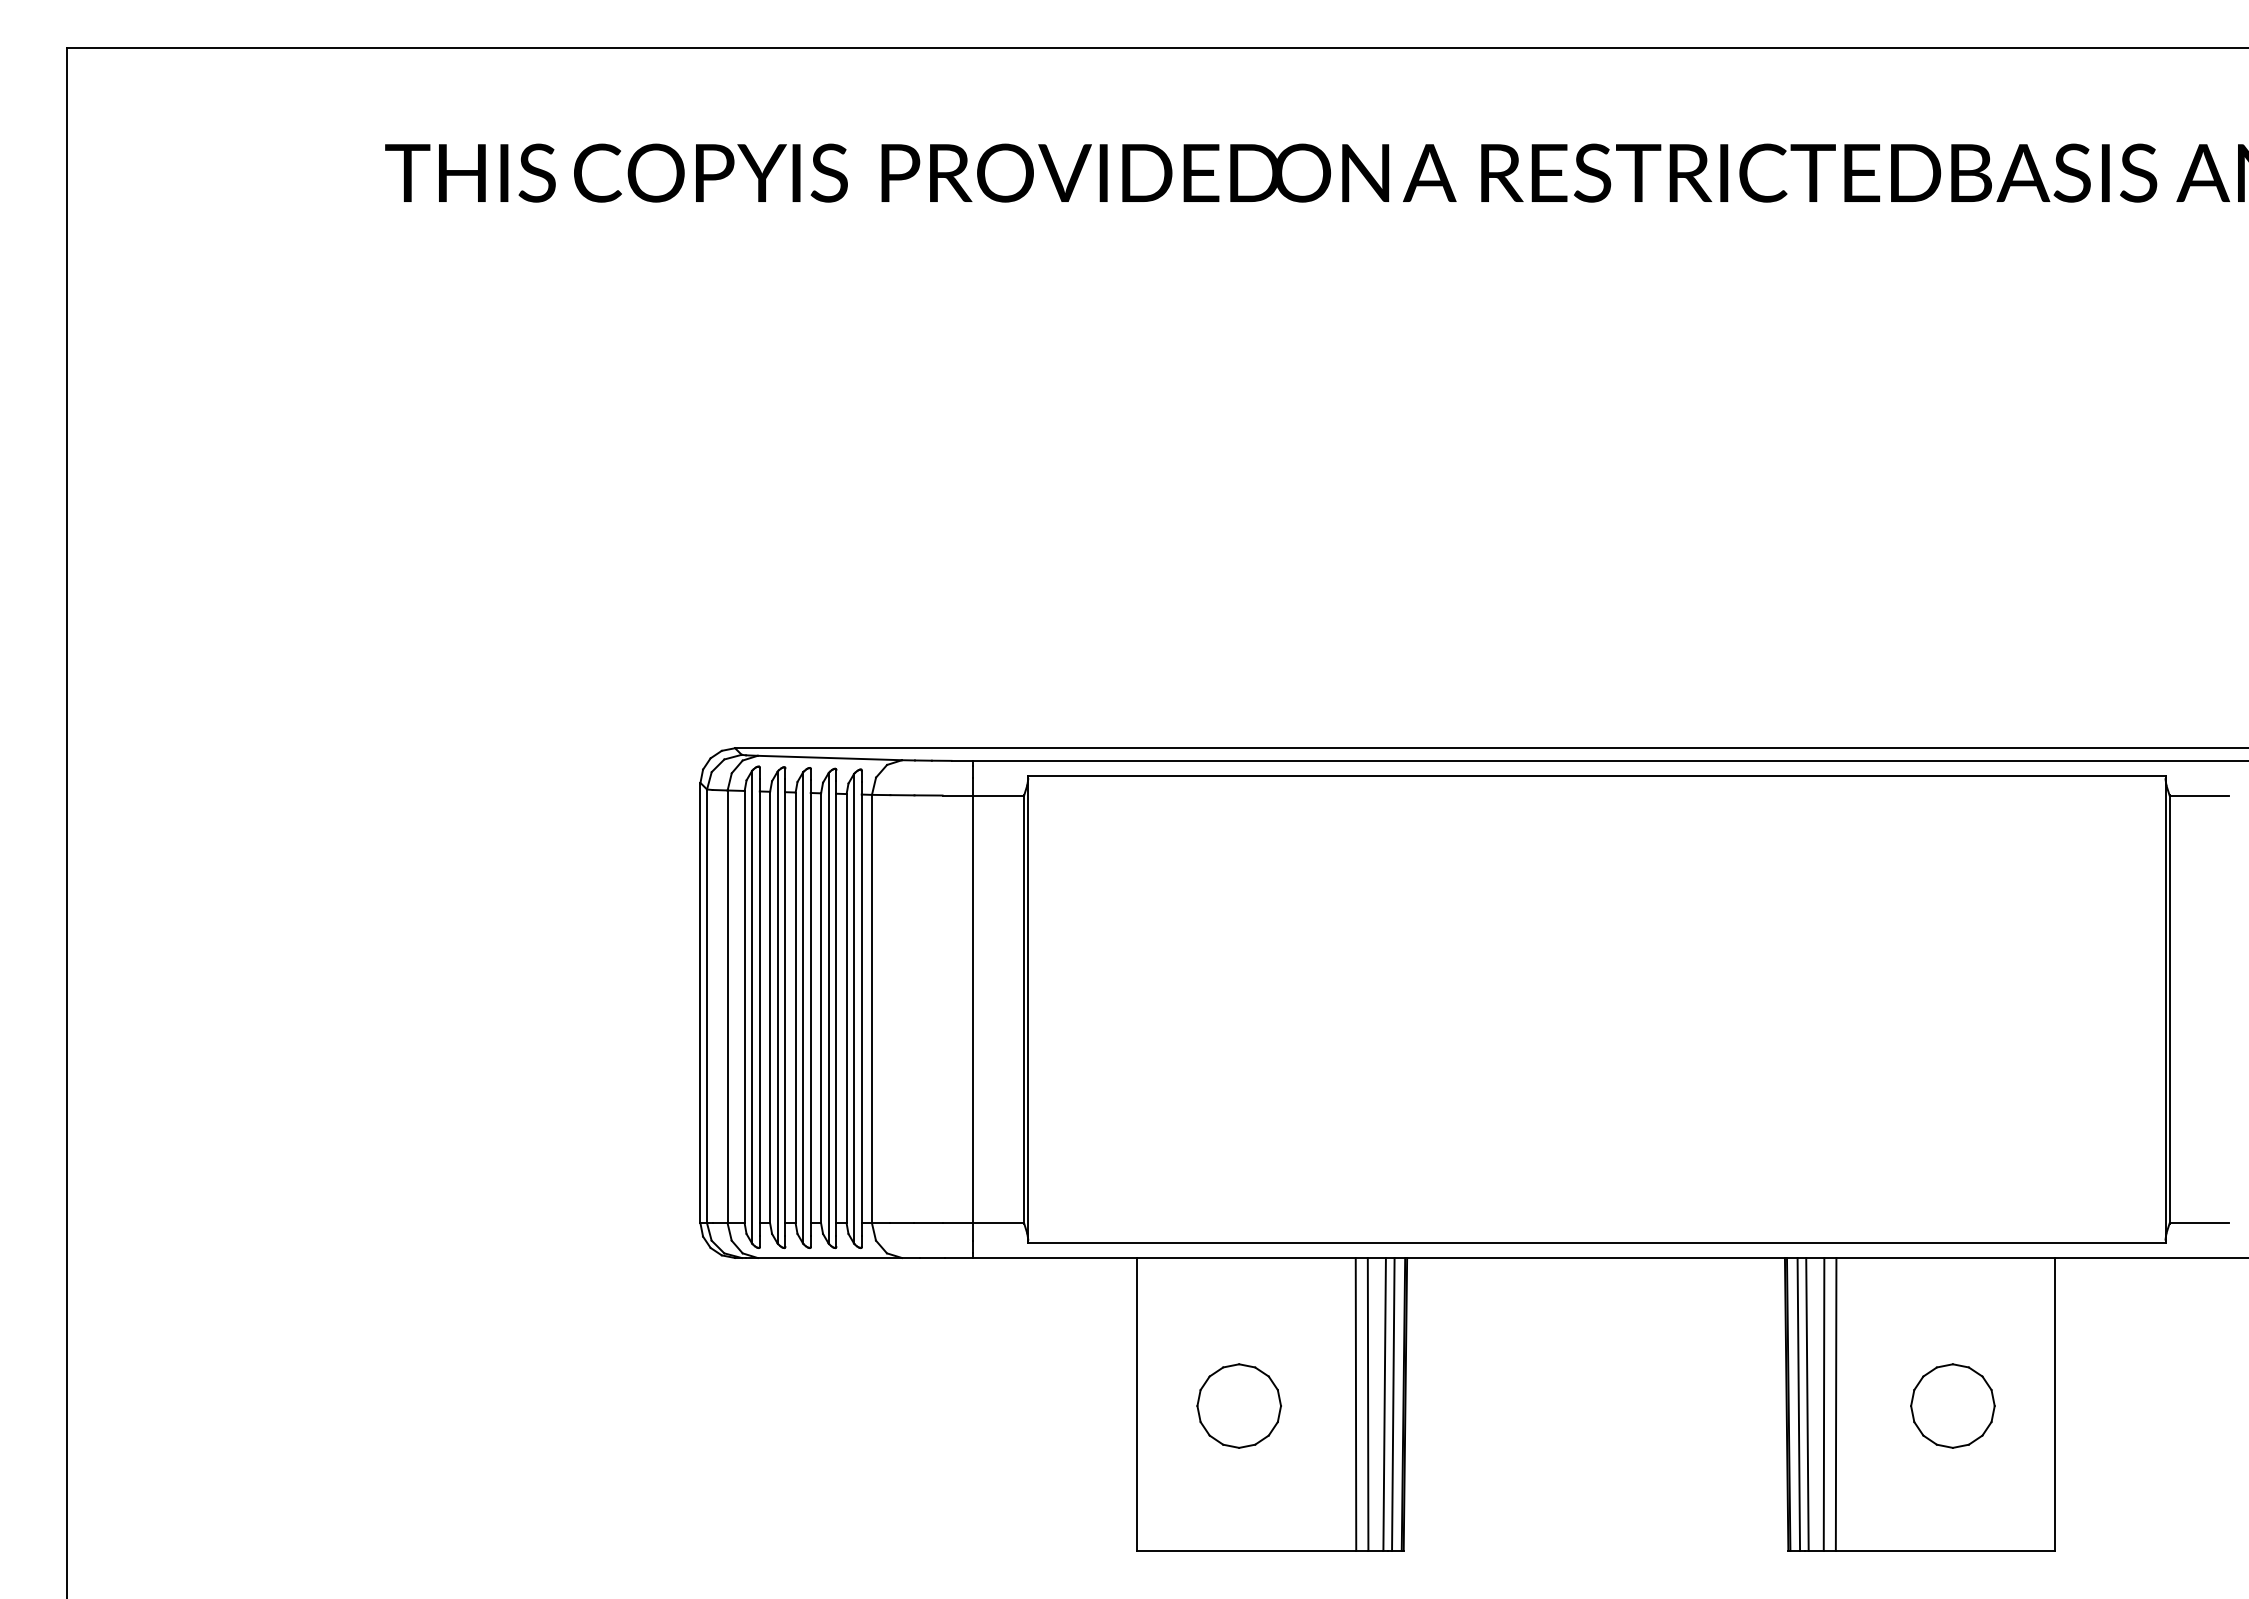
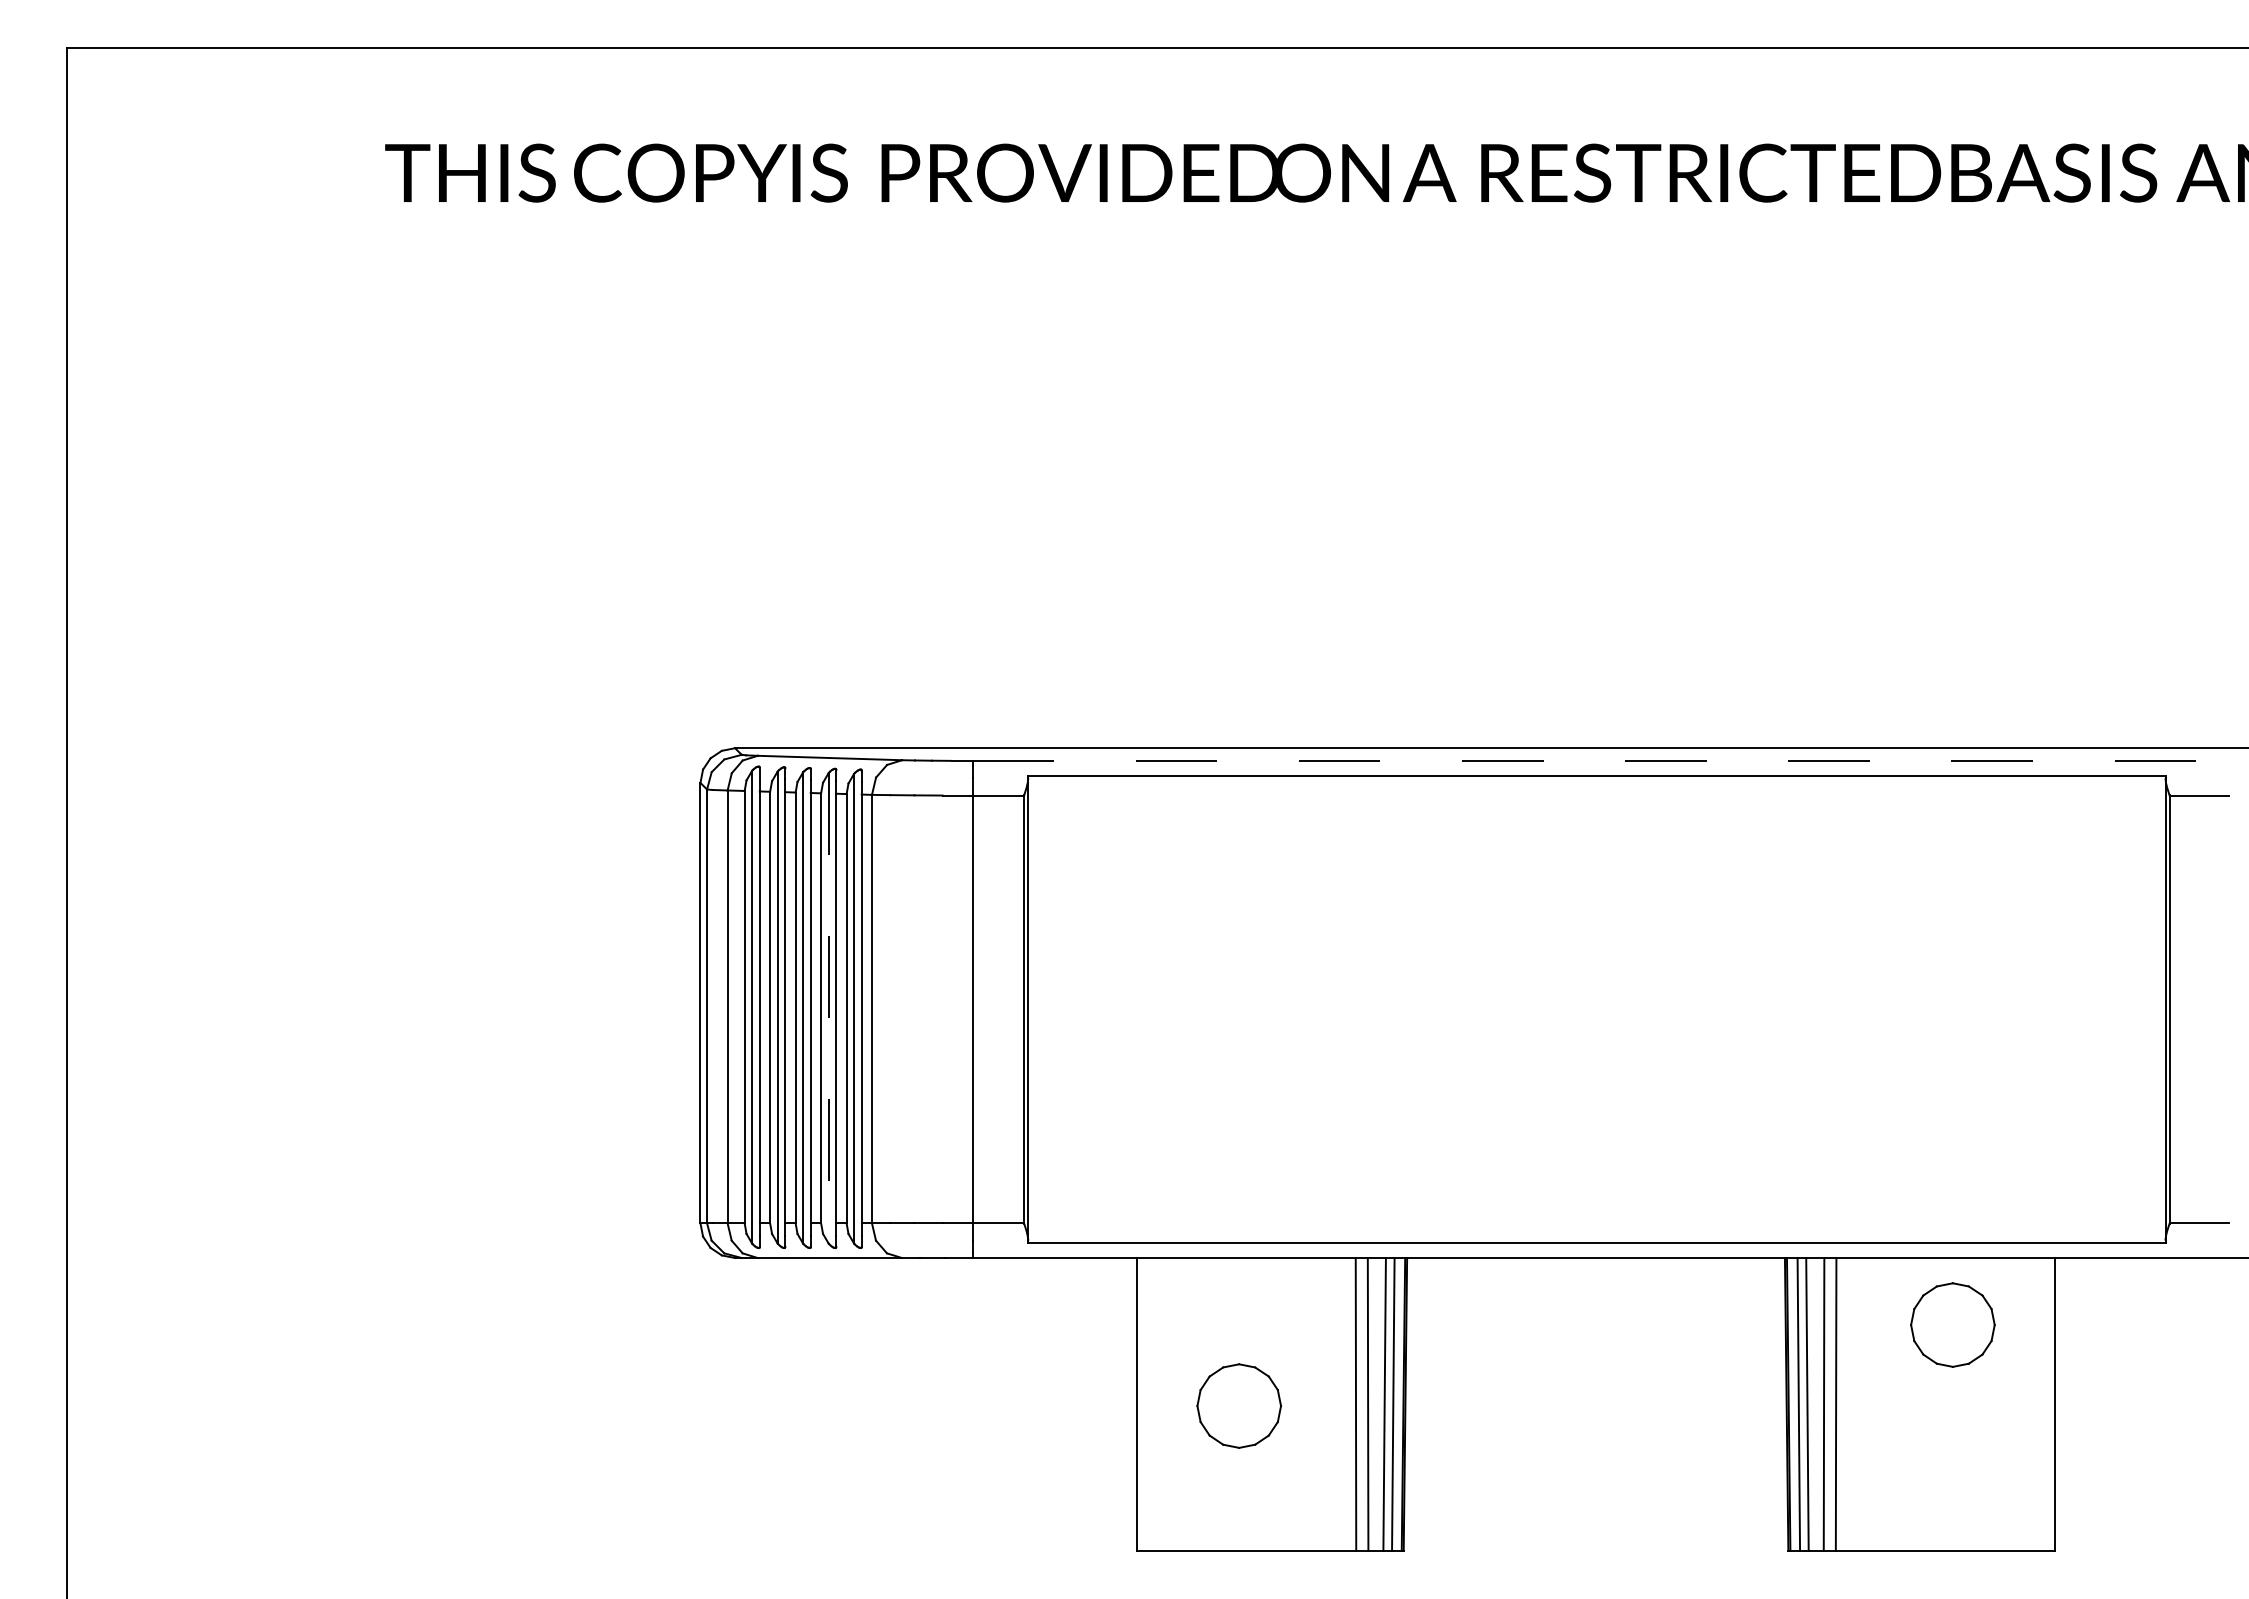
line at (1610, 760): solid -> dashed
line at (828, 1008): solid -> dashed
part at (1952, 1405) position: (1952, 1405) -> (1952, 1324)
